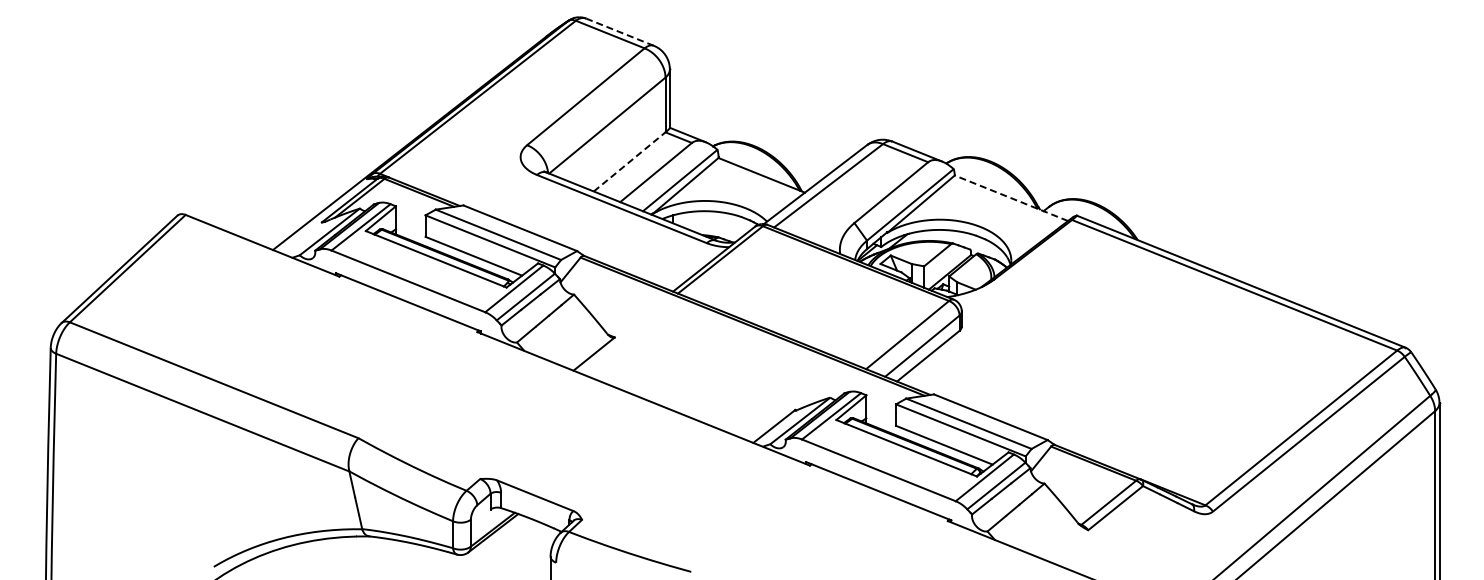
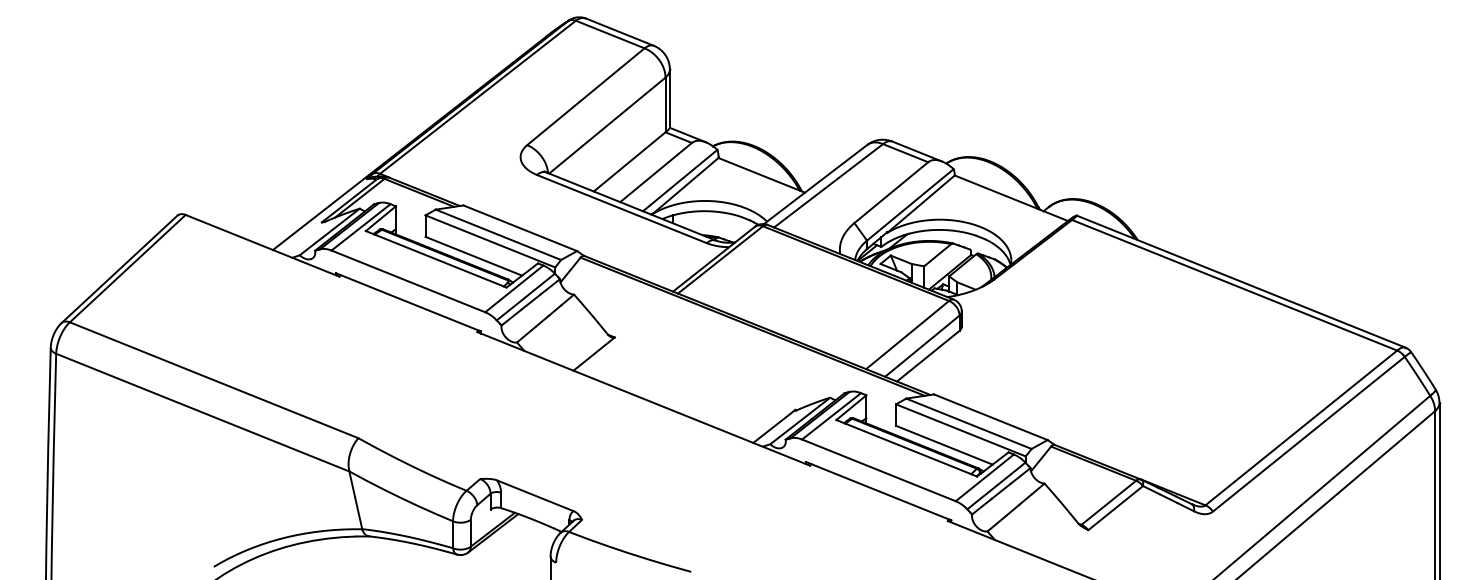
line at (619, 32): dashed -> solid
line at (630, 161): dashed -> solid
line at (1010, 198): dashed -> solid
